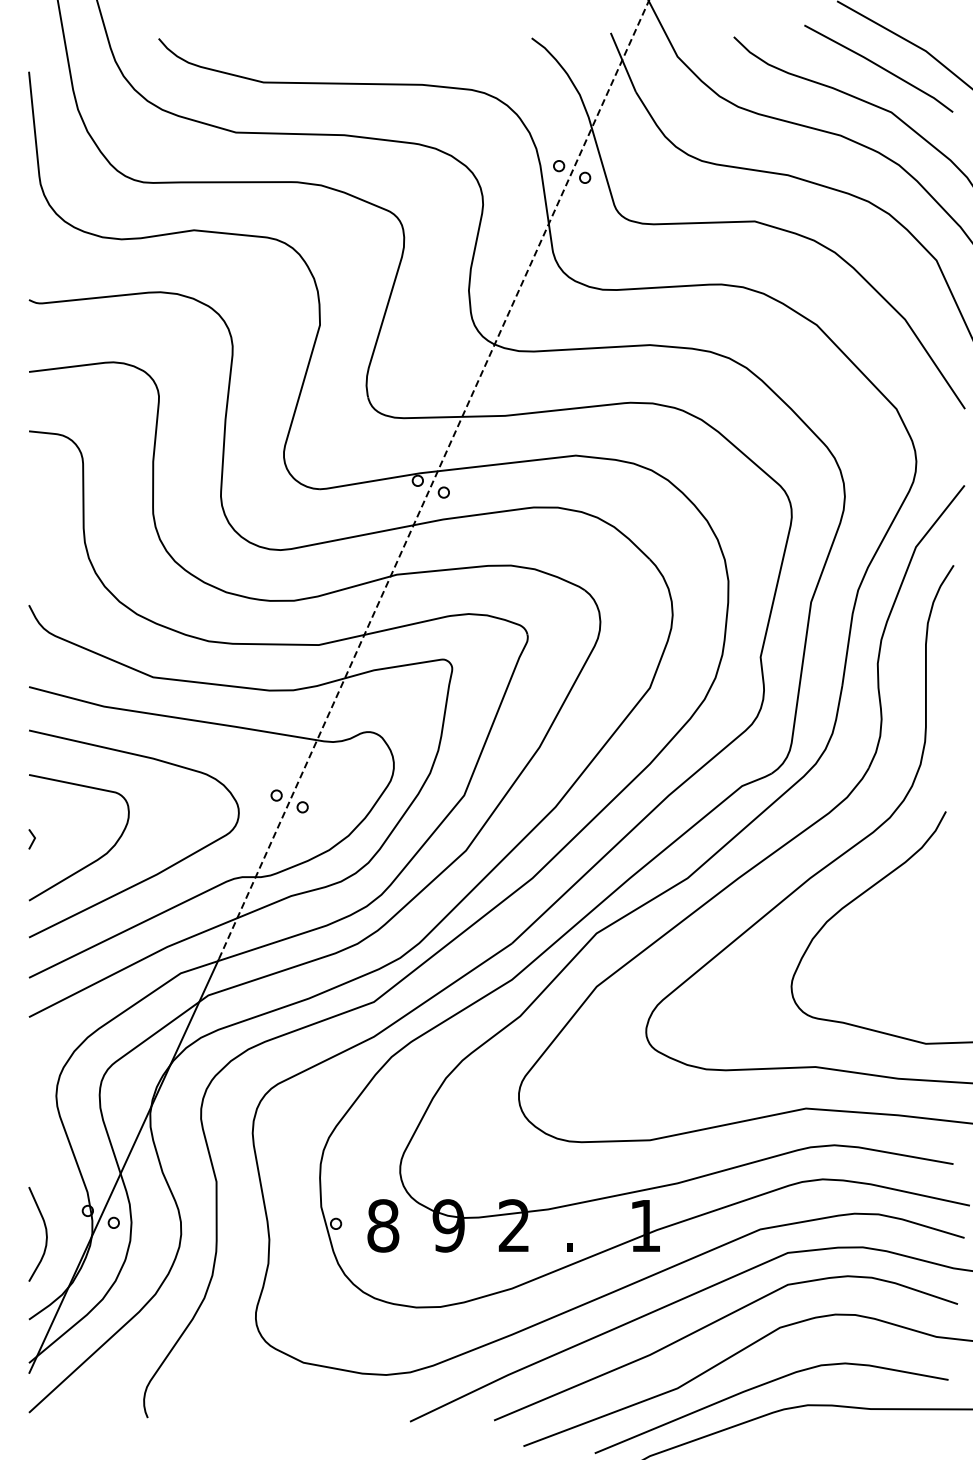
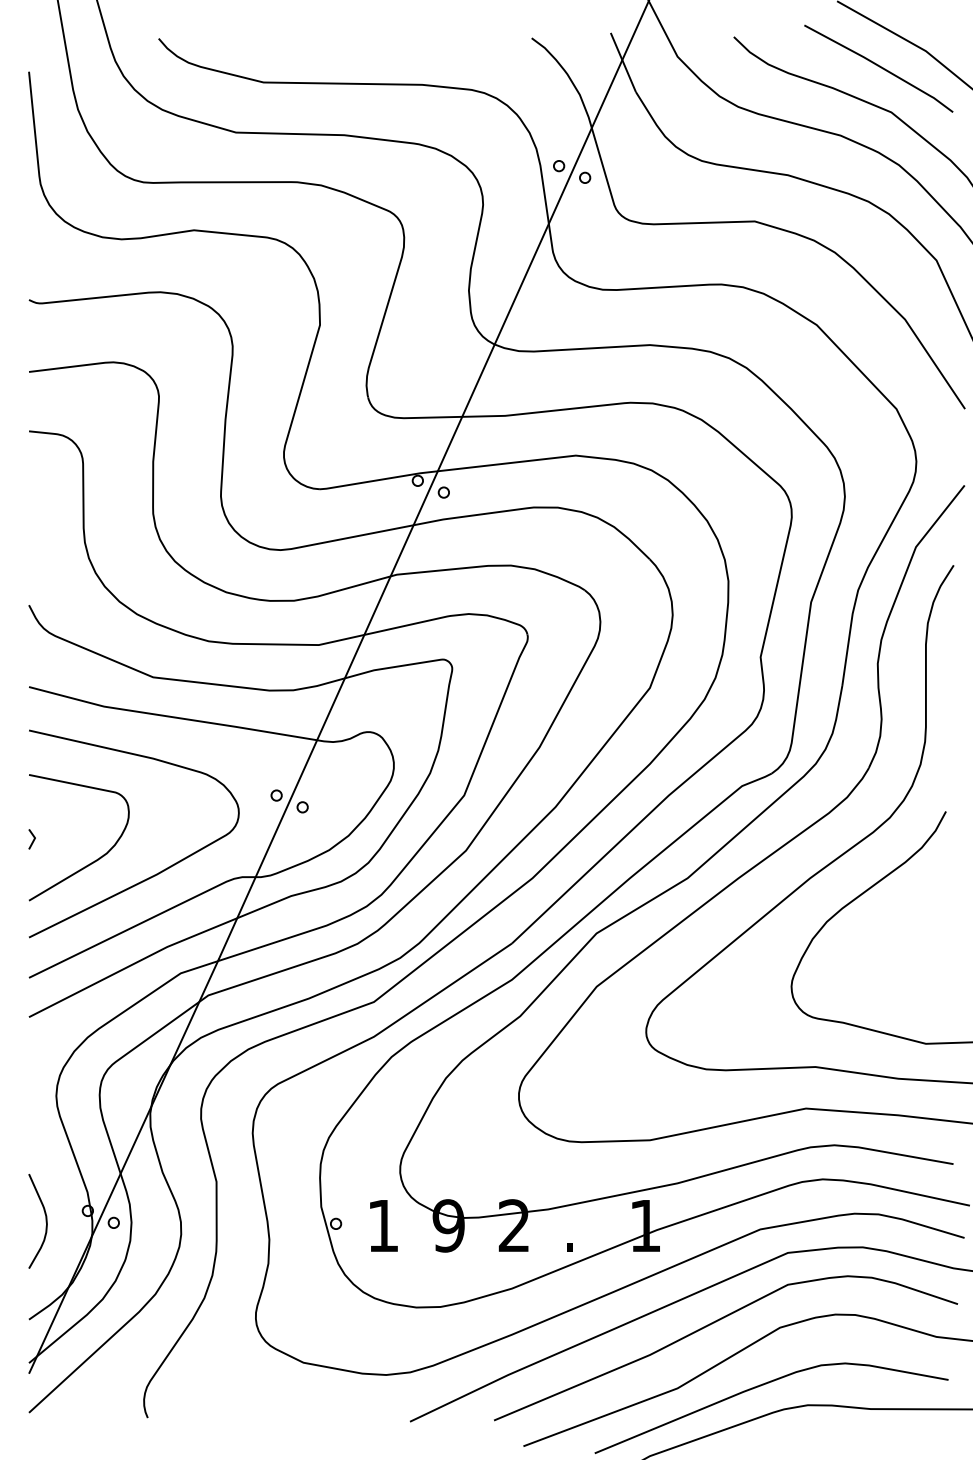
line at (434, 479): dashed -> solid
text at (383, 1225): 8 -> 1
curve at (45, 1234) position: (45, 1234) -> (45, 1221)
